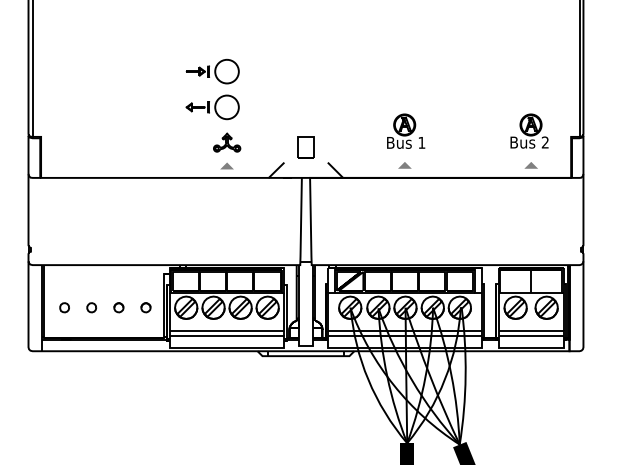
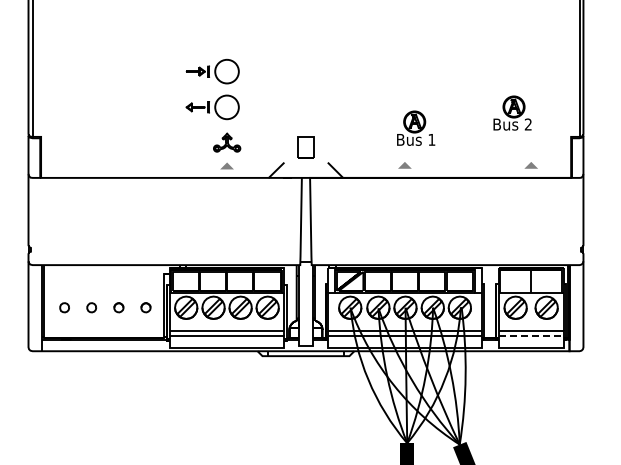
part at (406, 130) position: (406, 130) -> (416, 127)
part at (529, 130) position: (529, 130) -> (512, 112)
line at (531, 335): solid -> dashed
